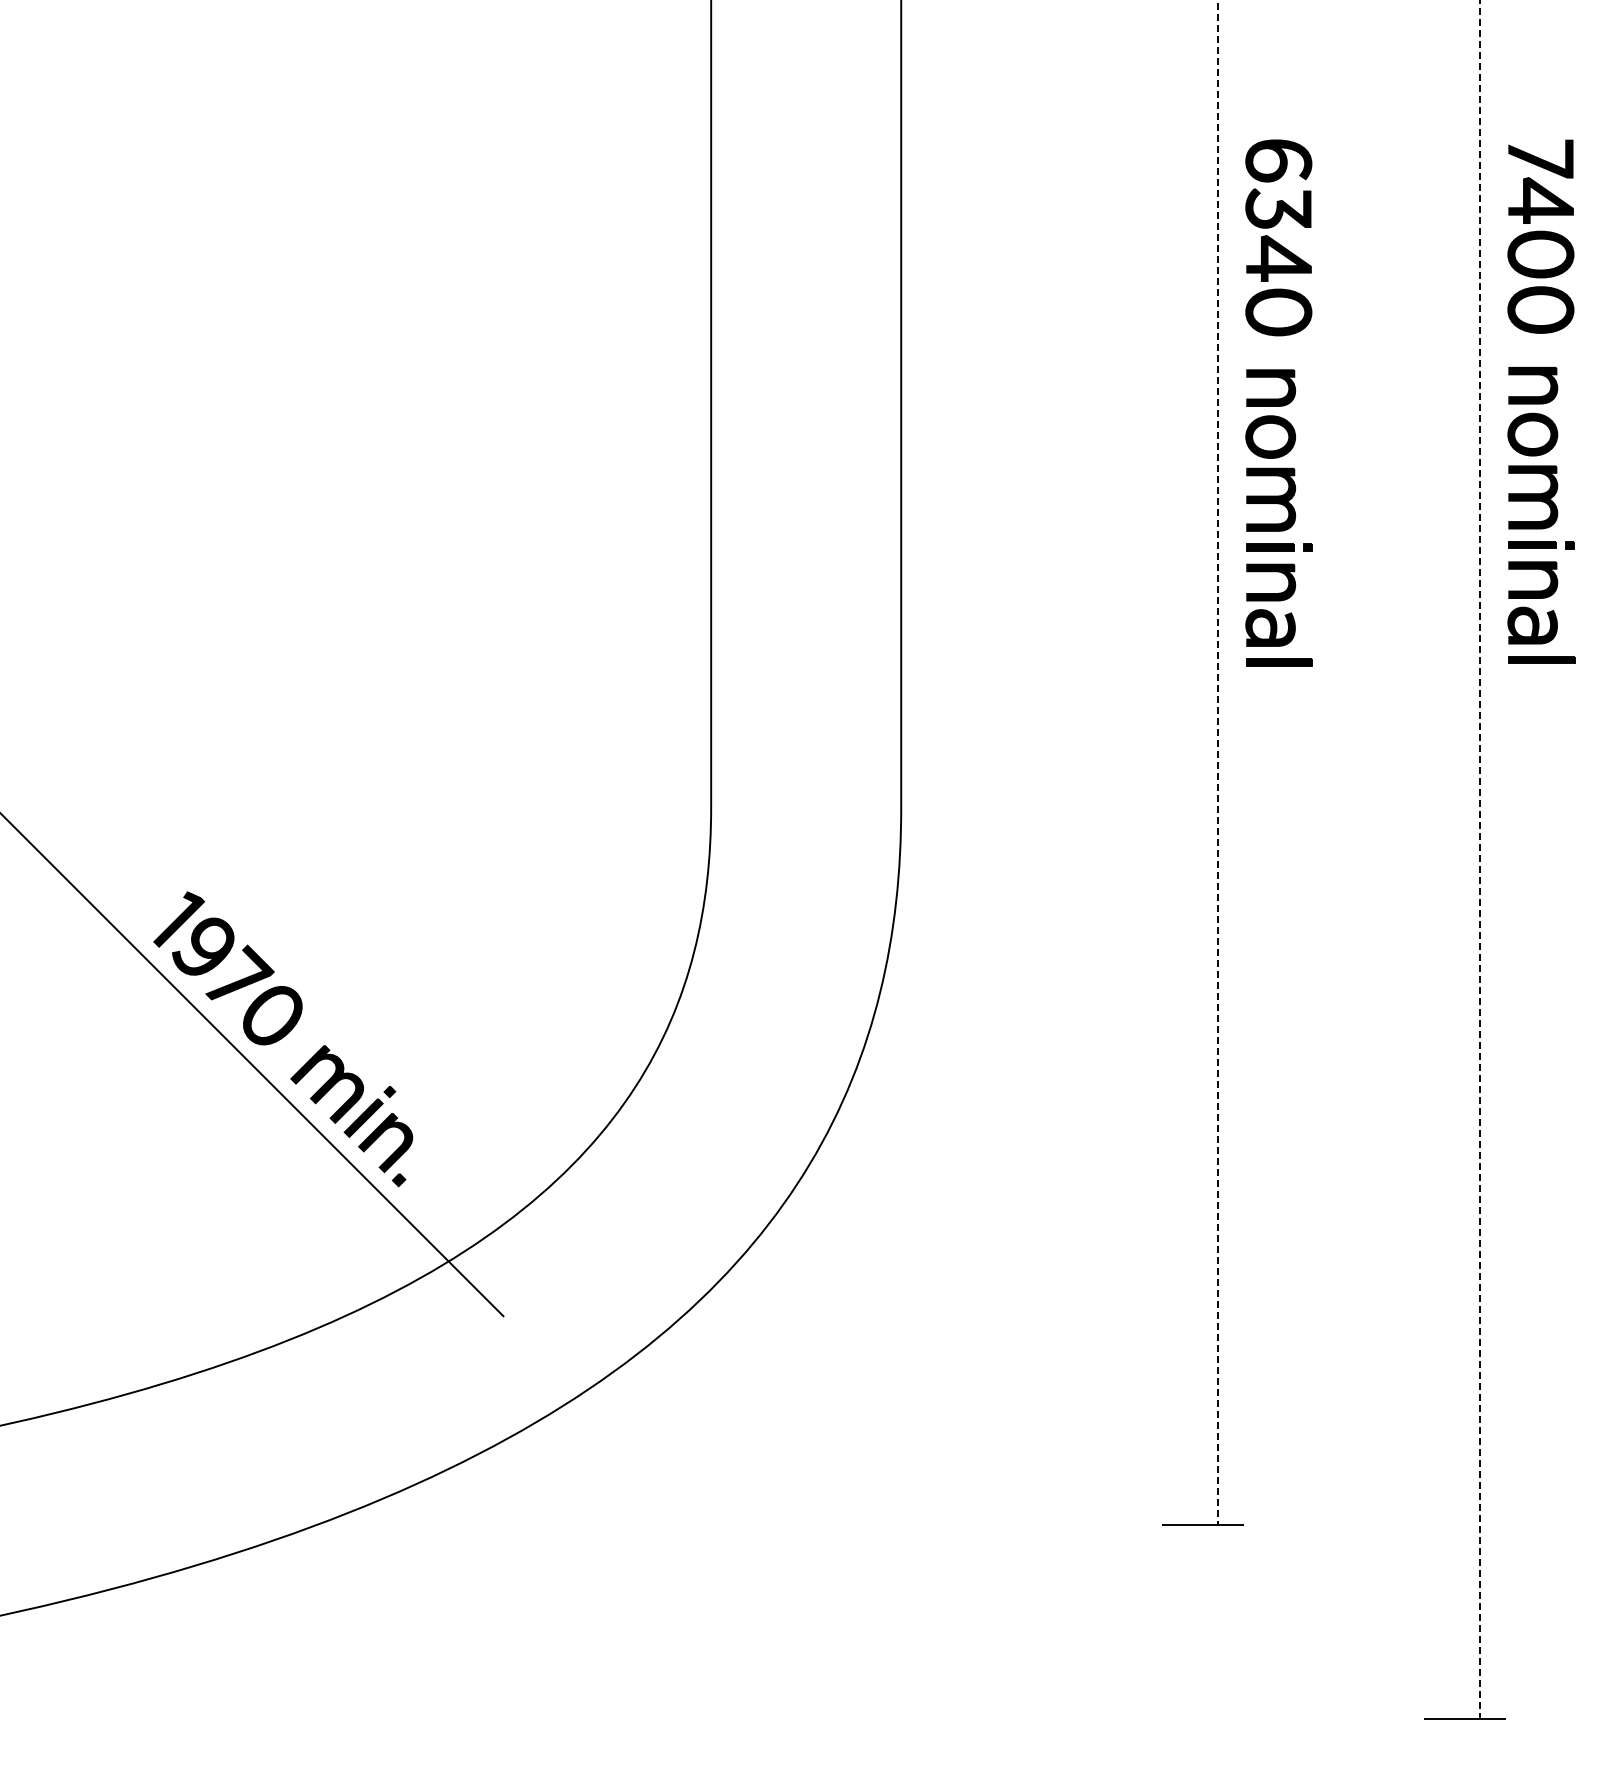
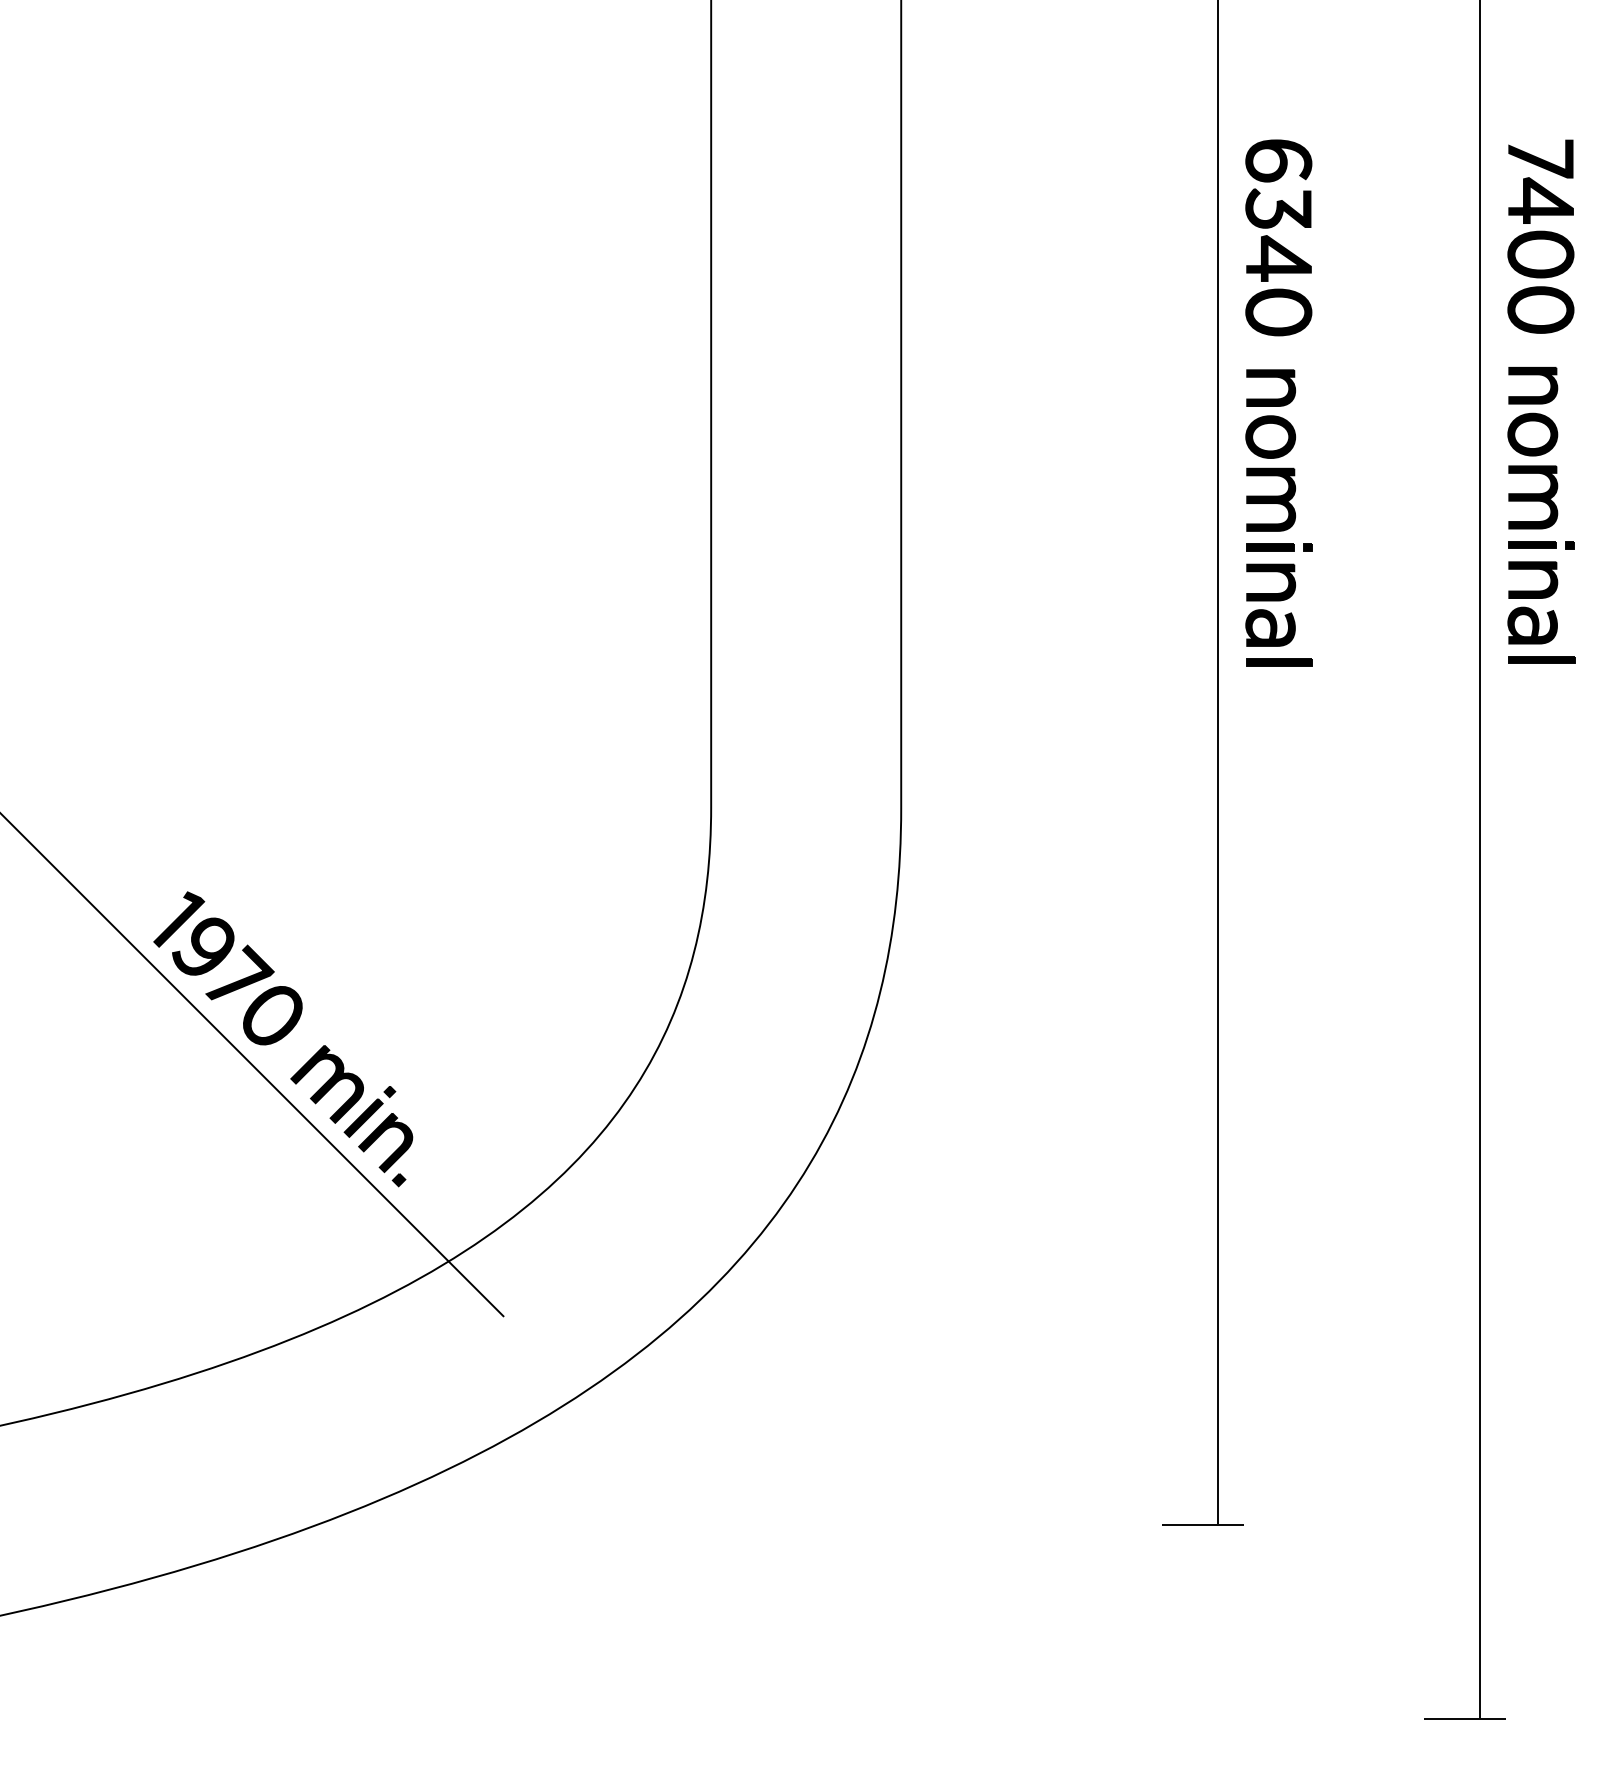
line at (1218, 762): dashed -> solid
line at (1480, 858): dashed -> solid
